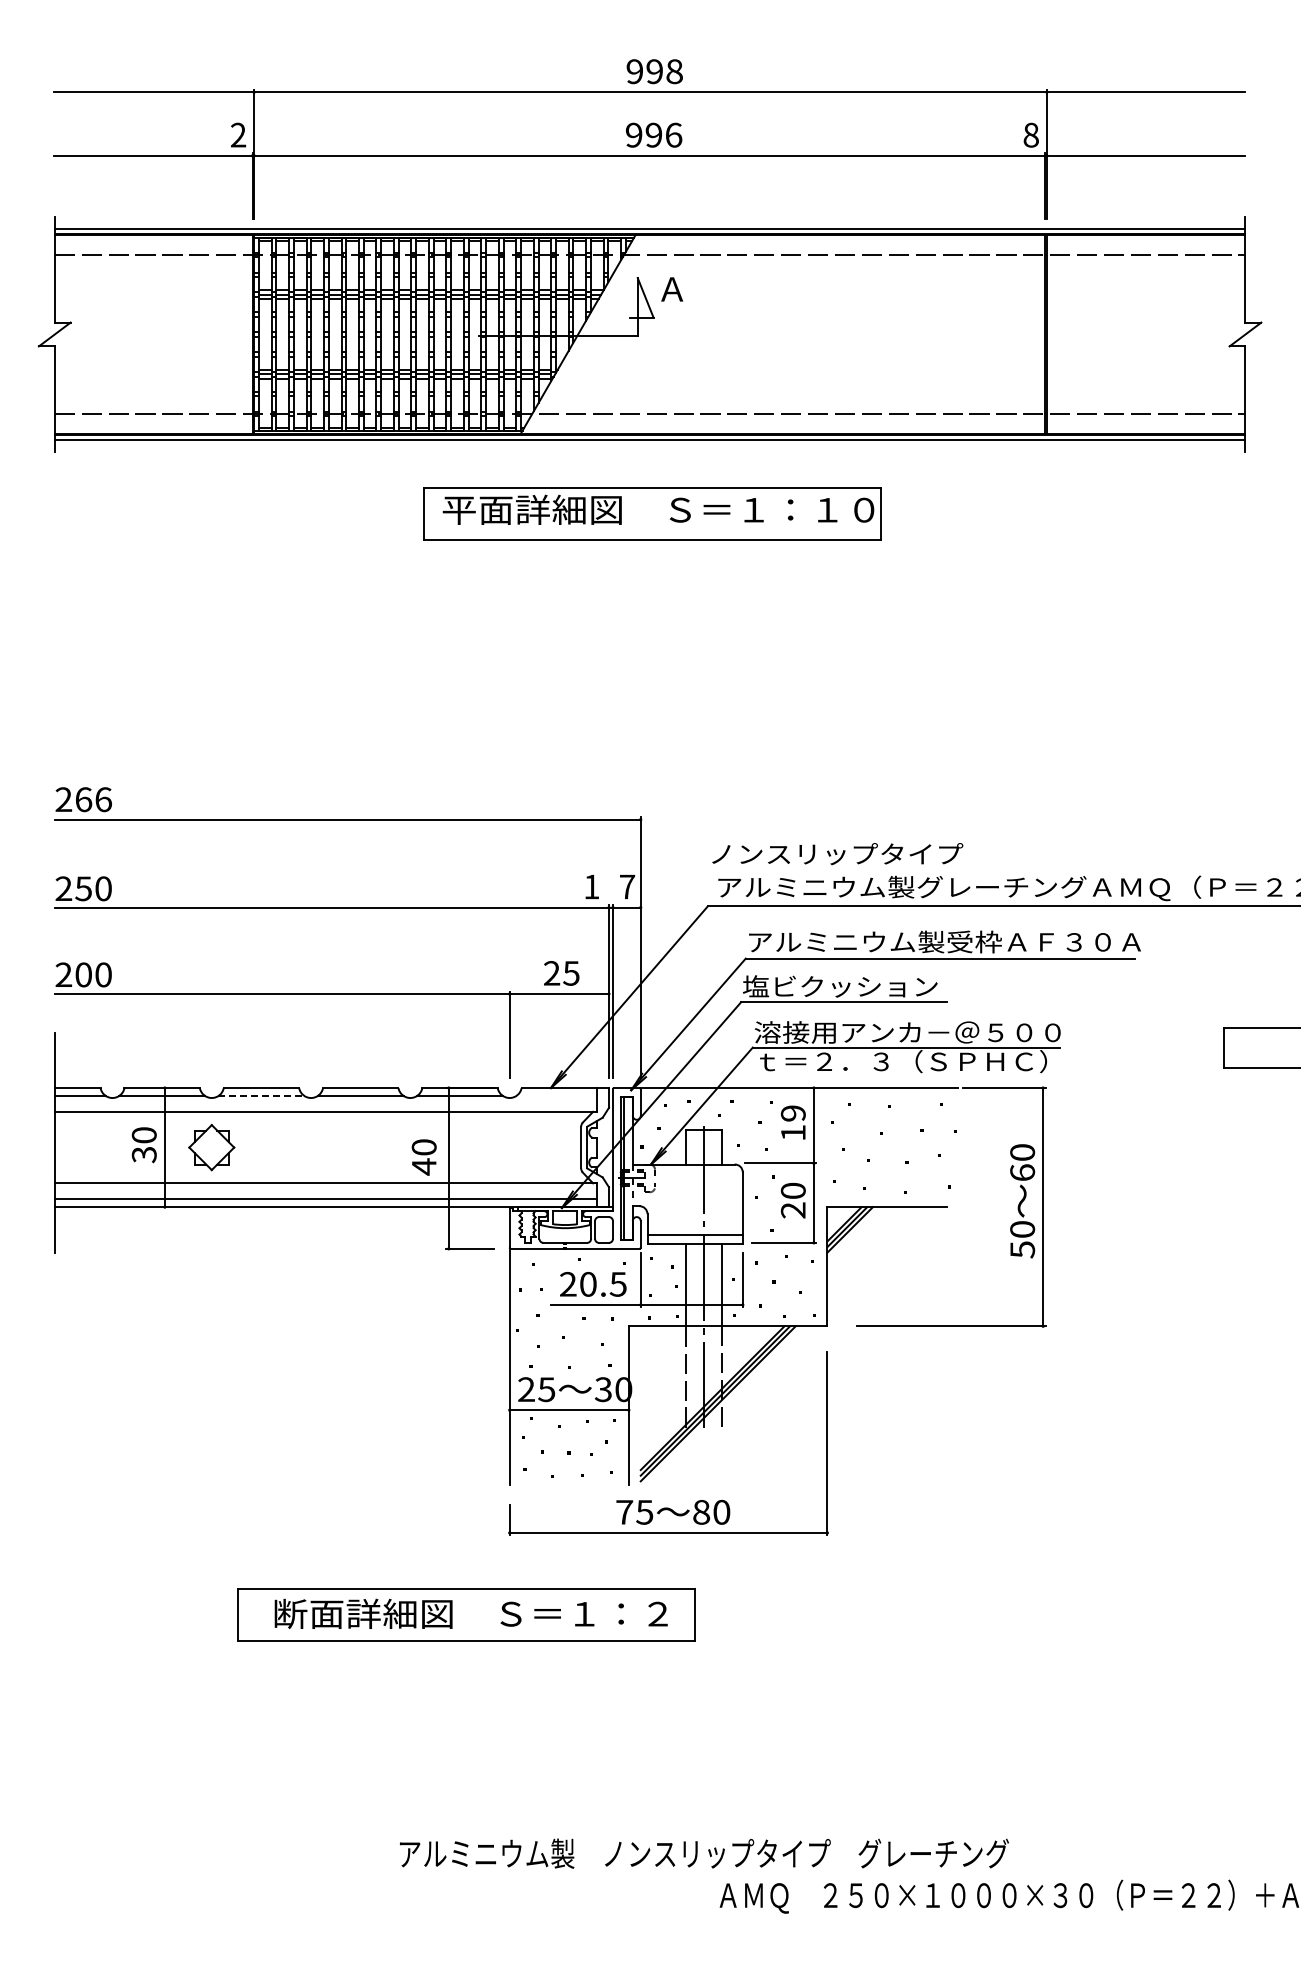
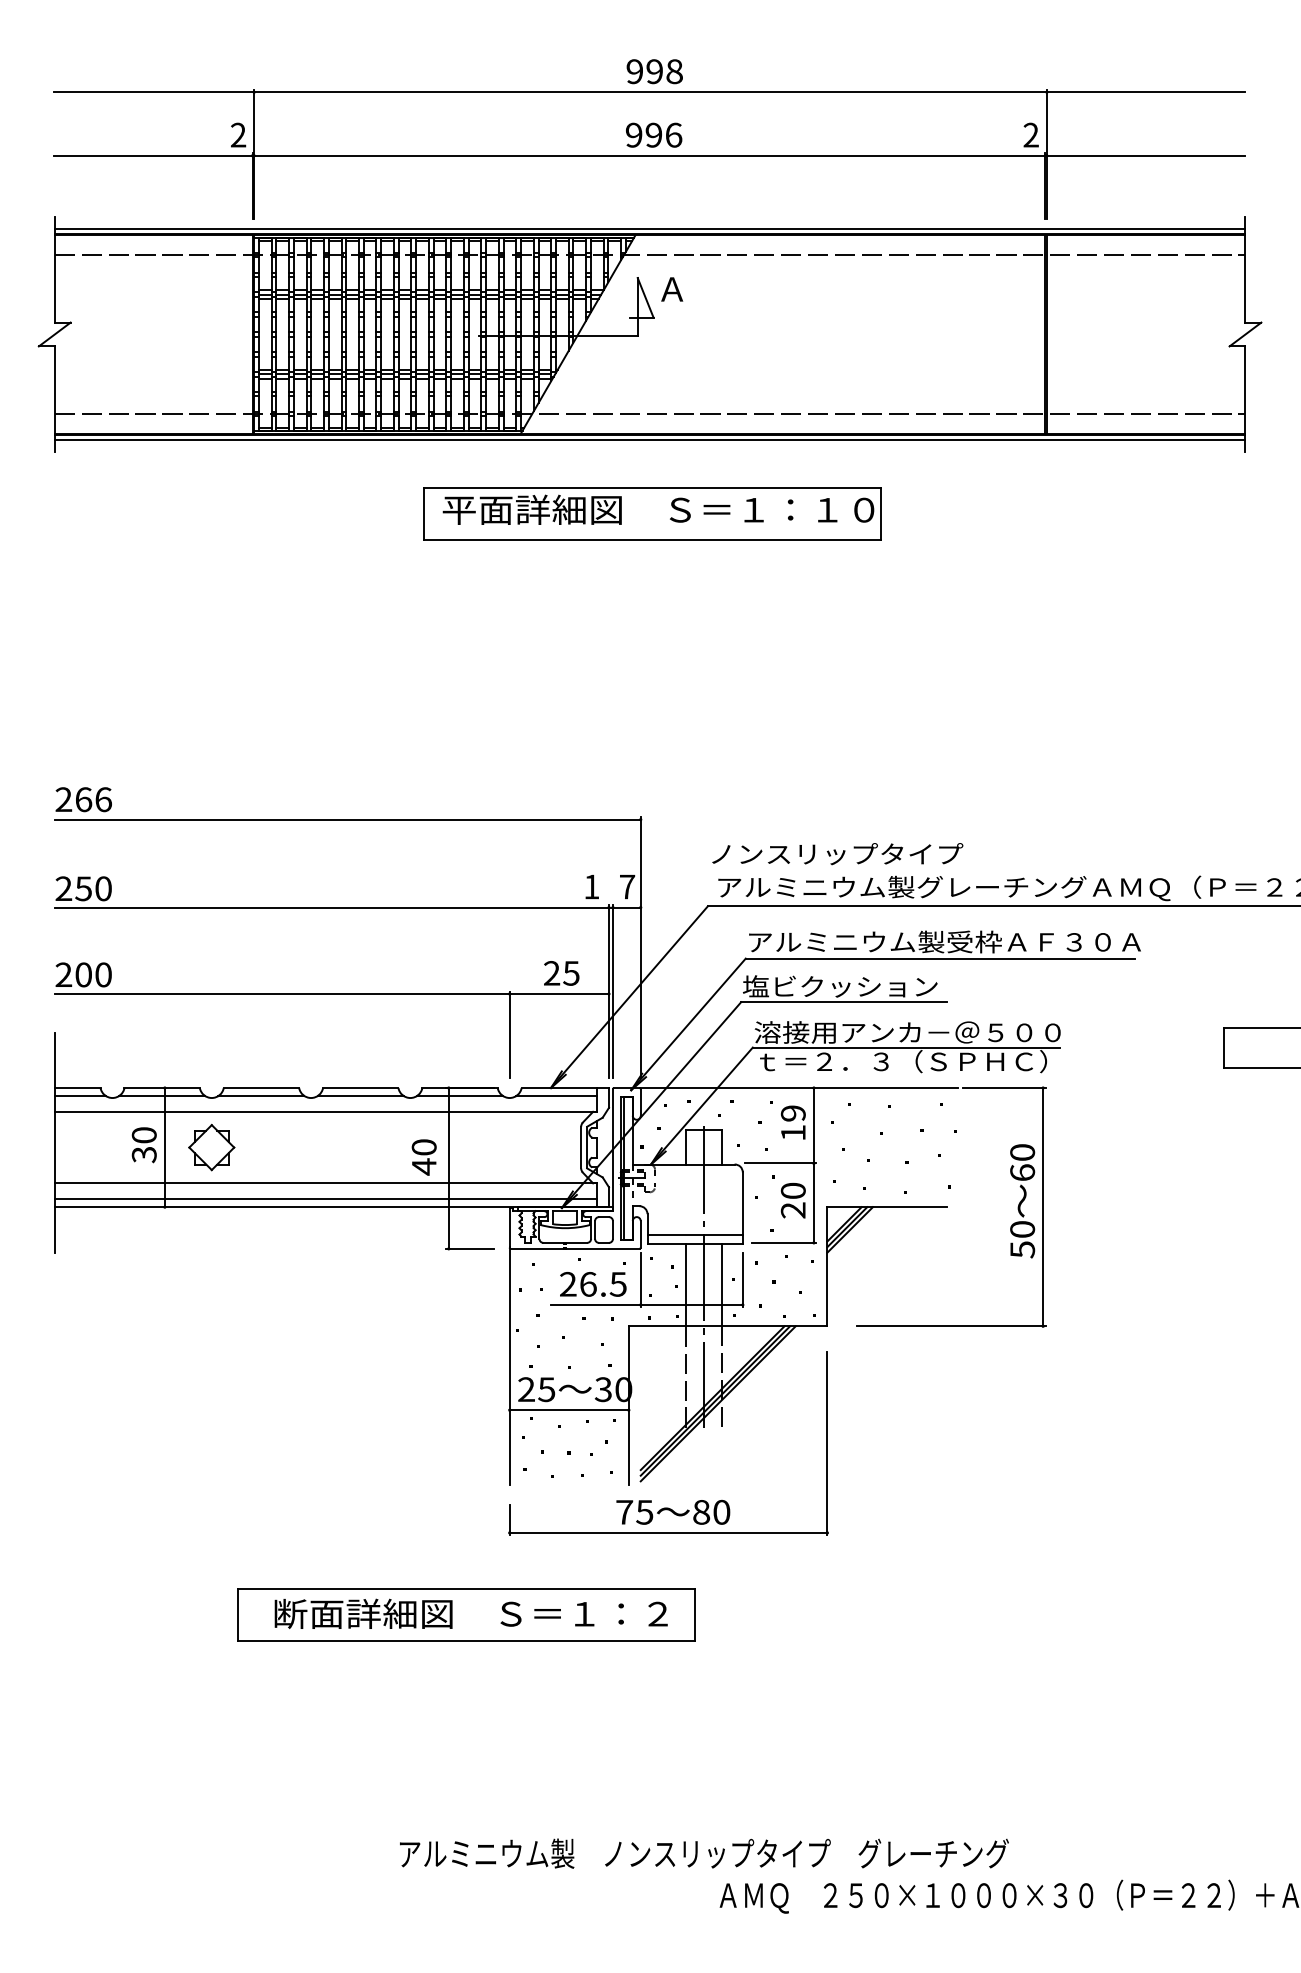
text at (1030, 134): 8 -> 2
line at (261, 1095): dashed -> solid
line at (556, 1095): none -> present
text at (588, 1283): 20.5 -> 26.5
